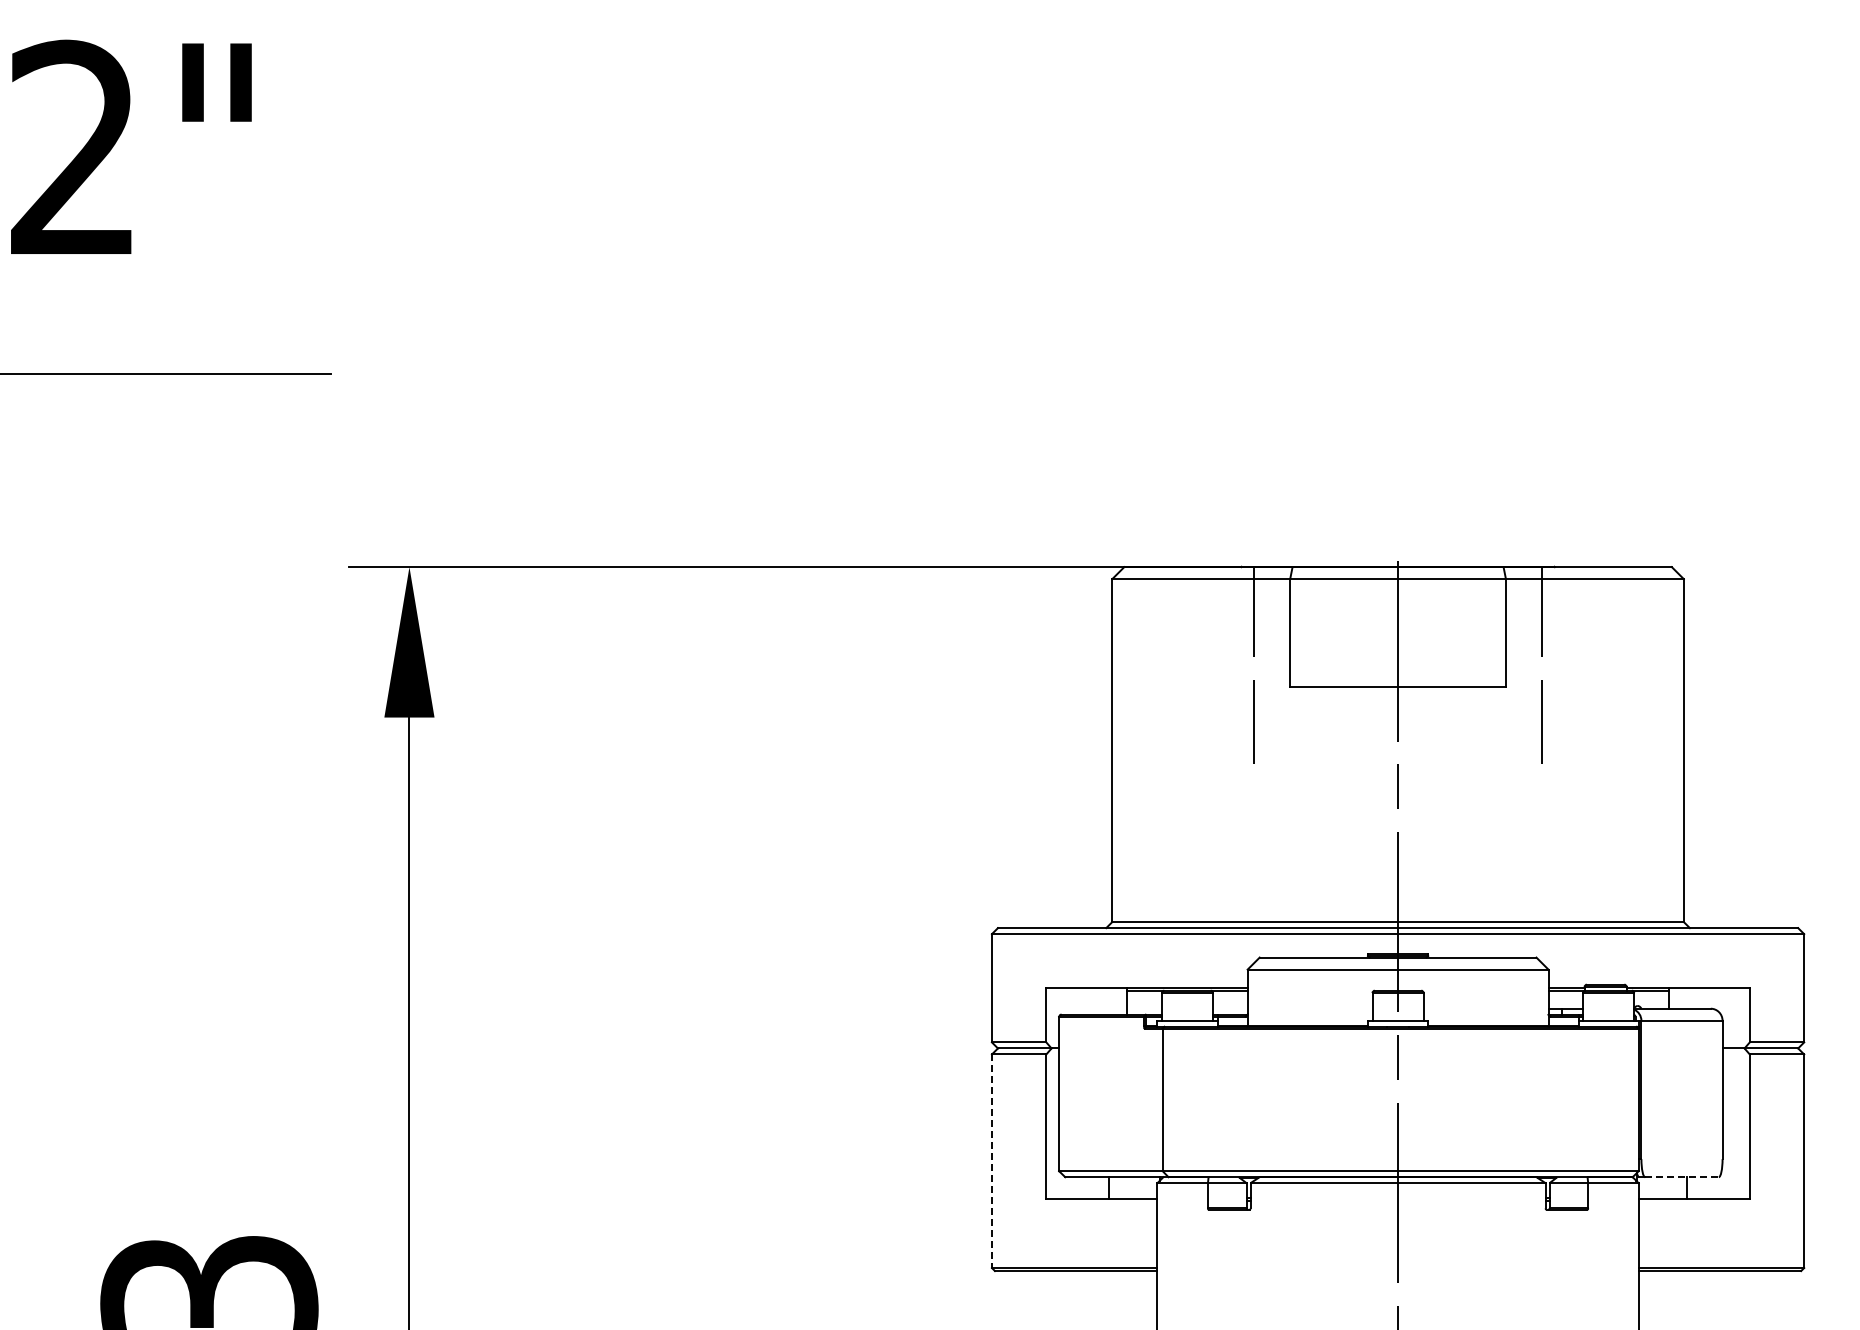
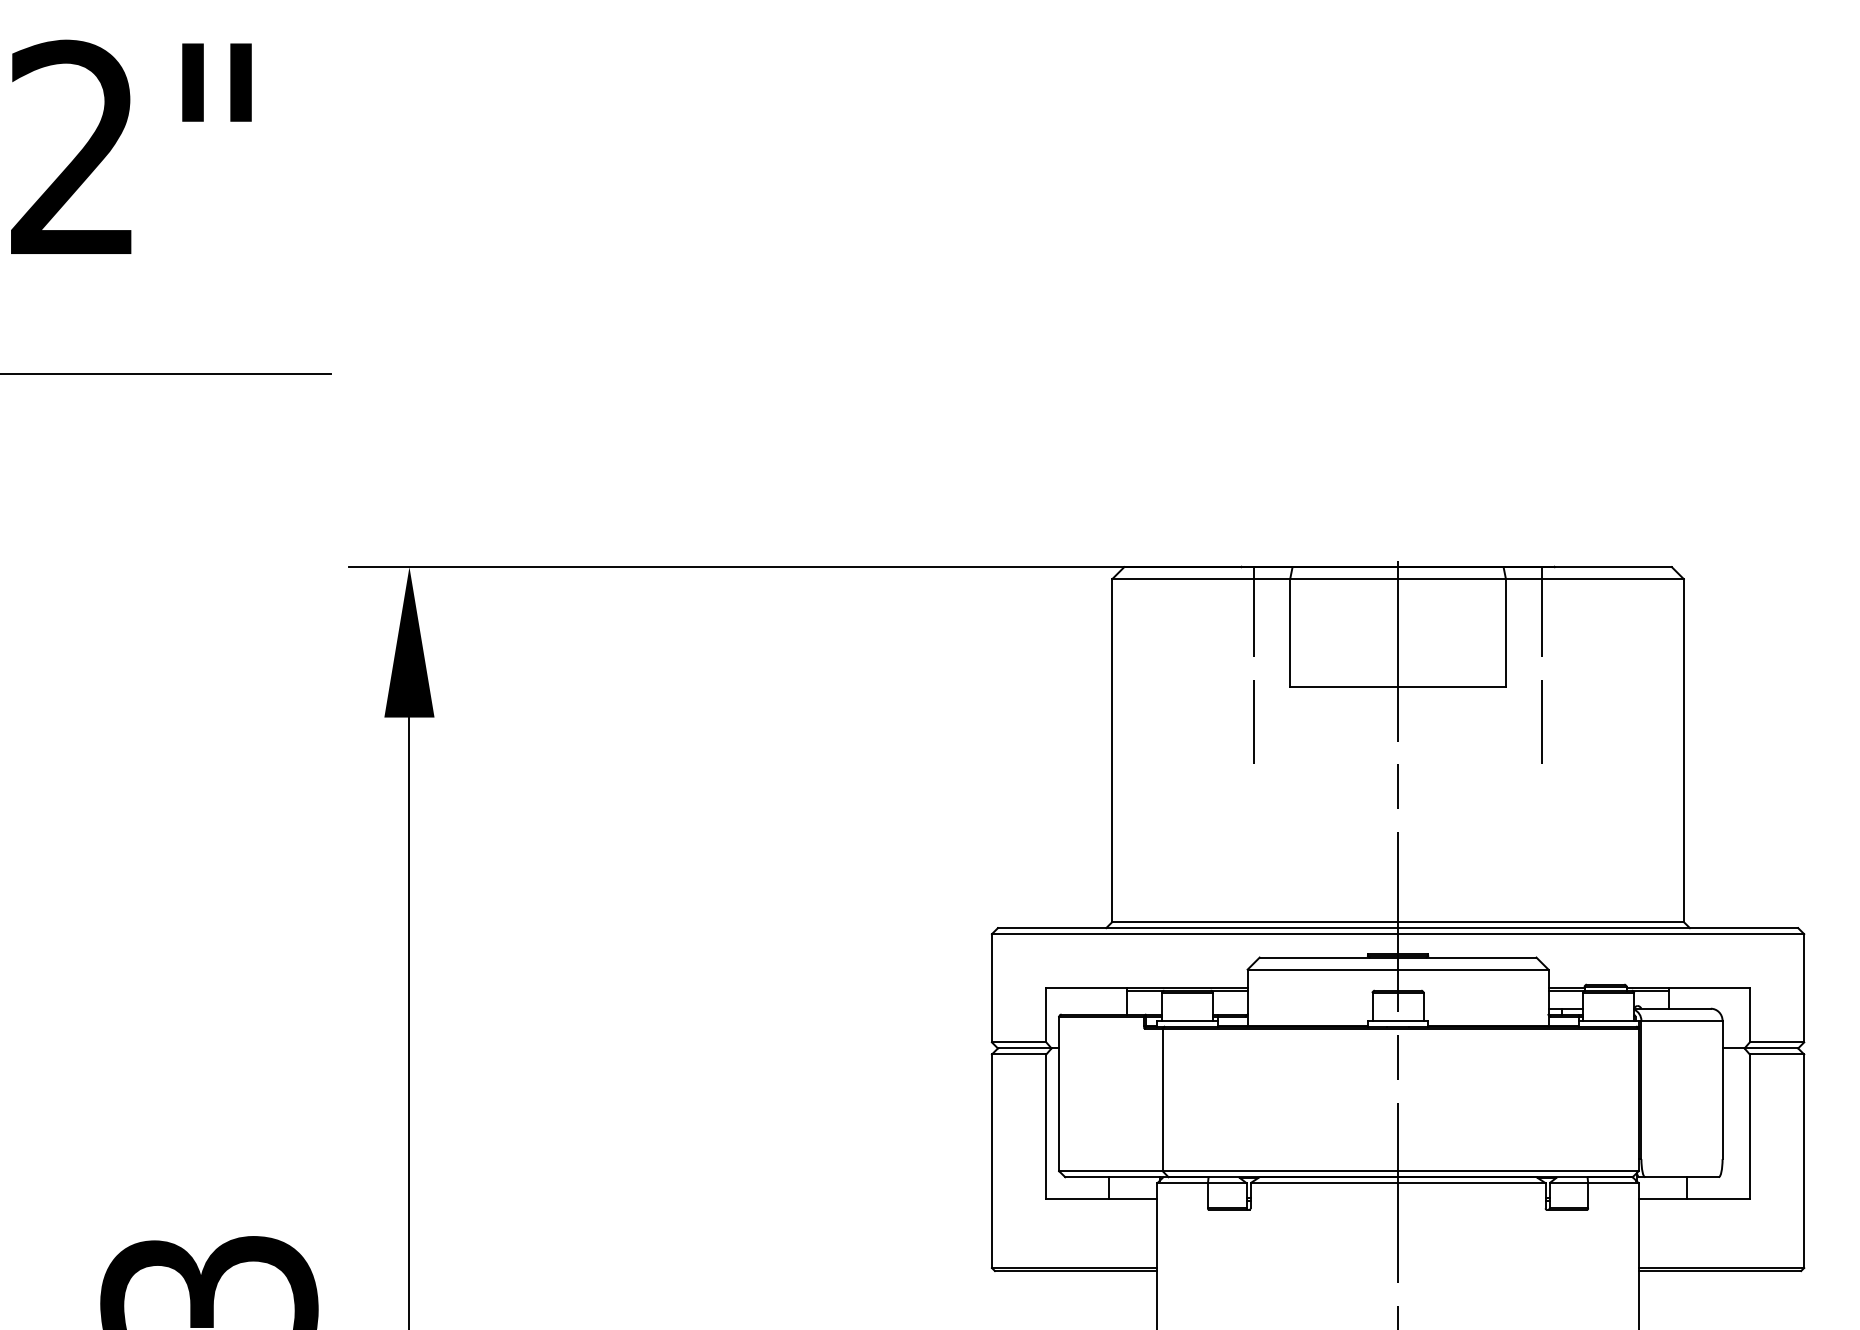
line at (991, 1161): dashed -> solid
line at (1682, 1177): dashed -> solid
